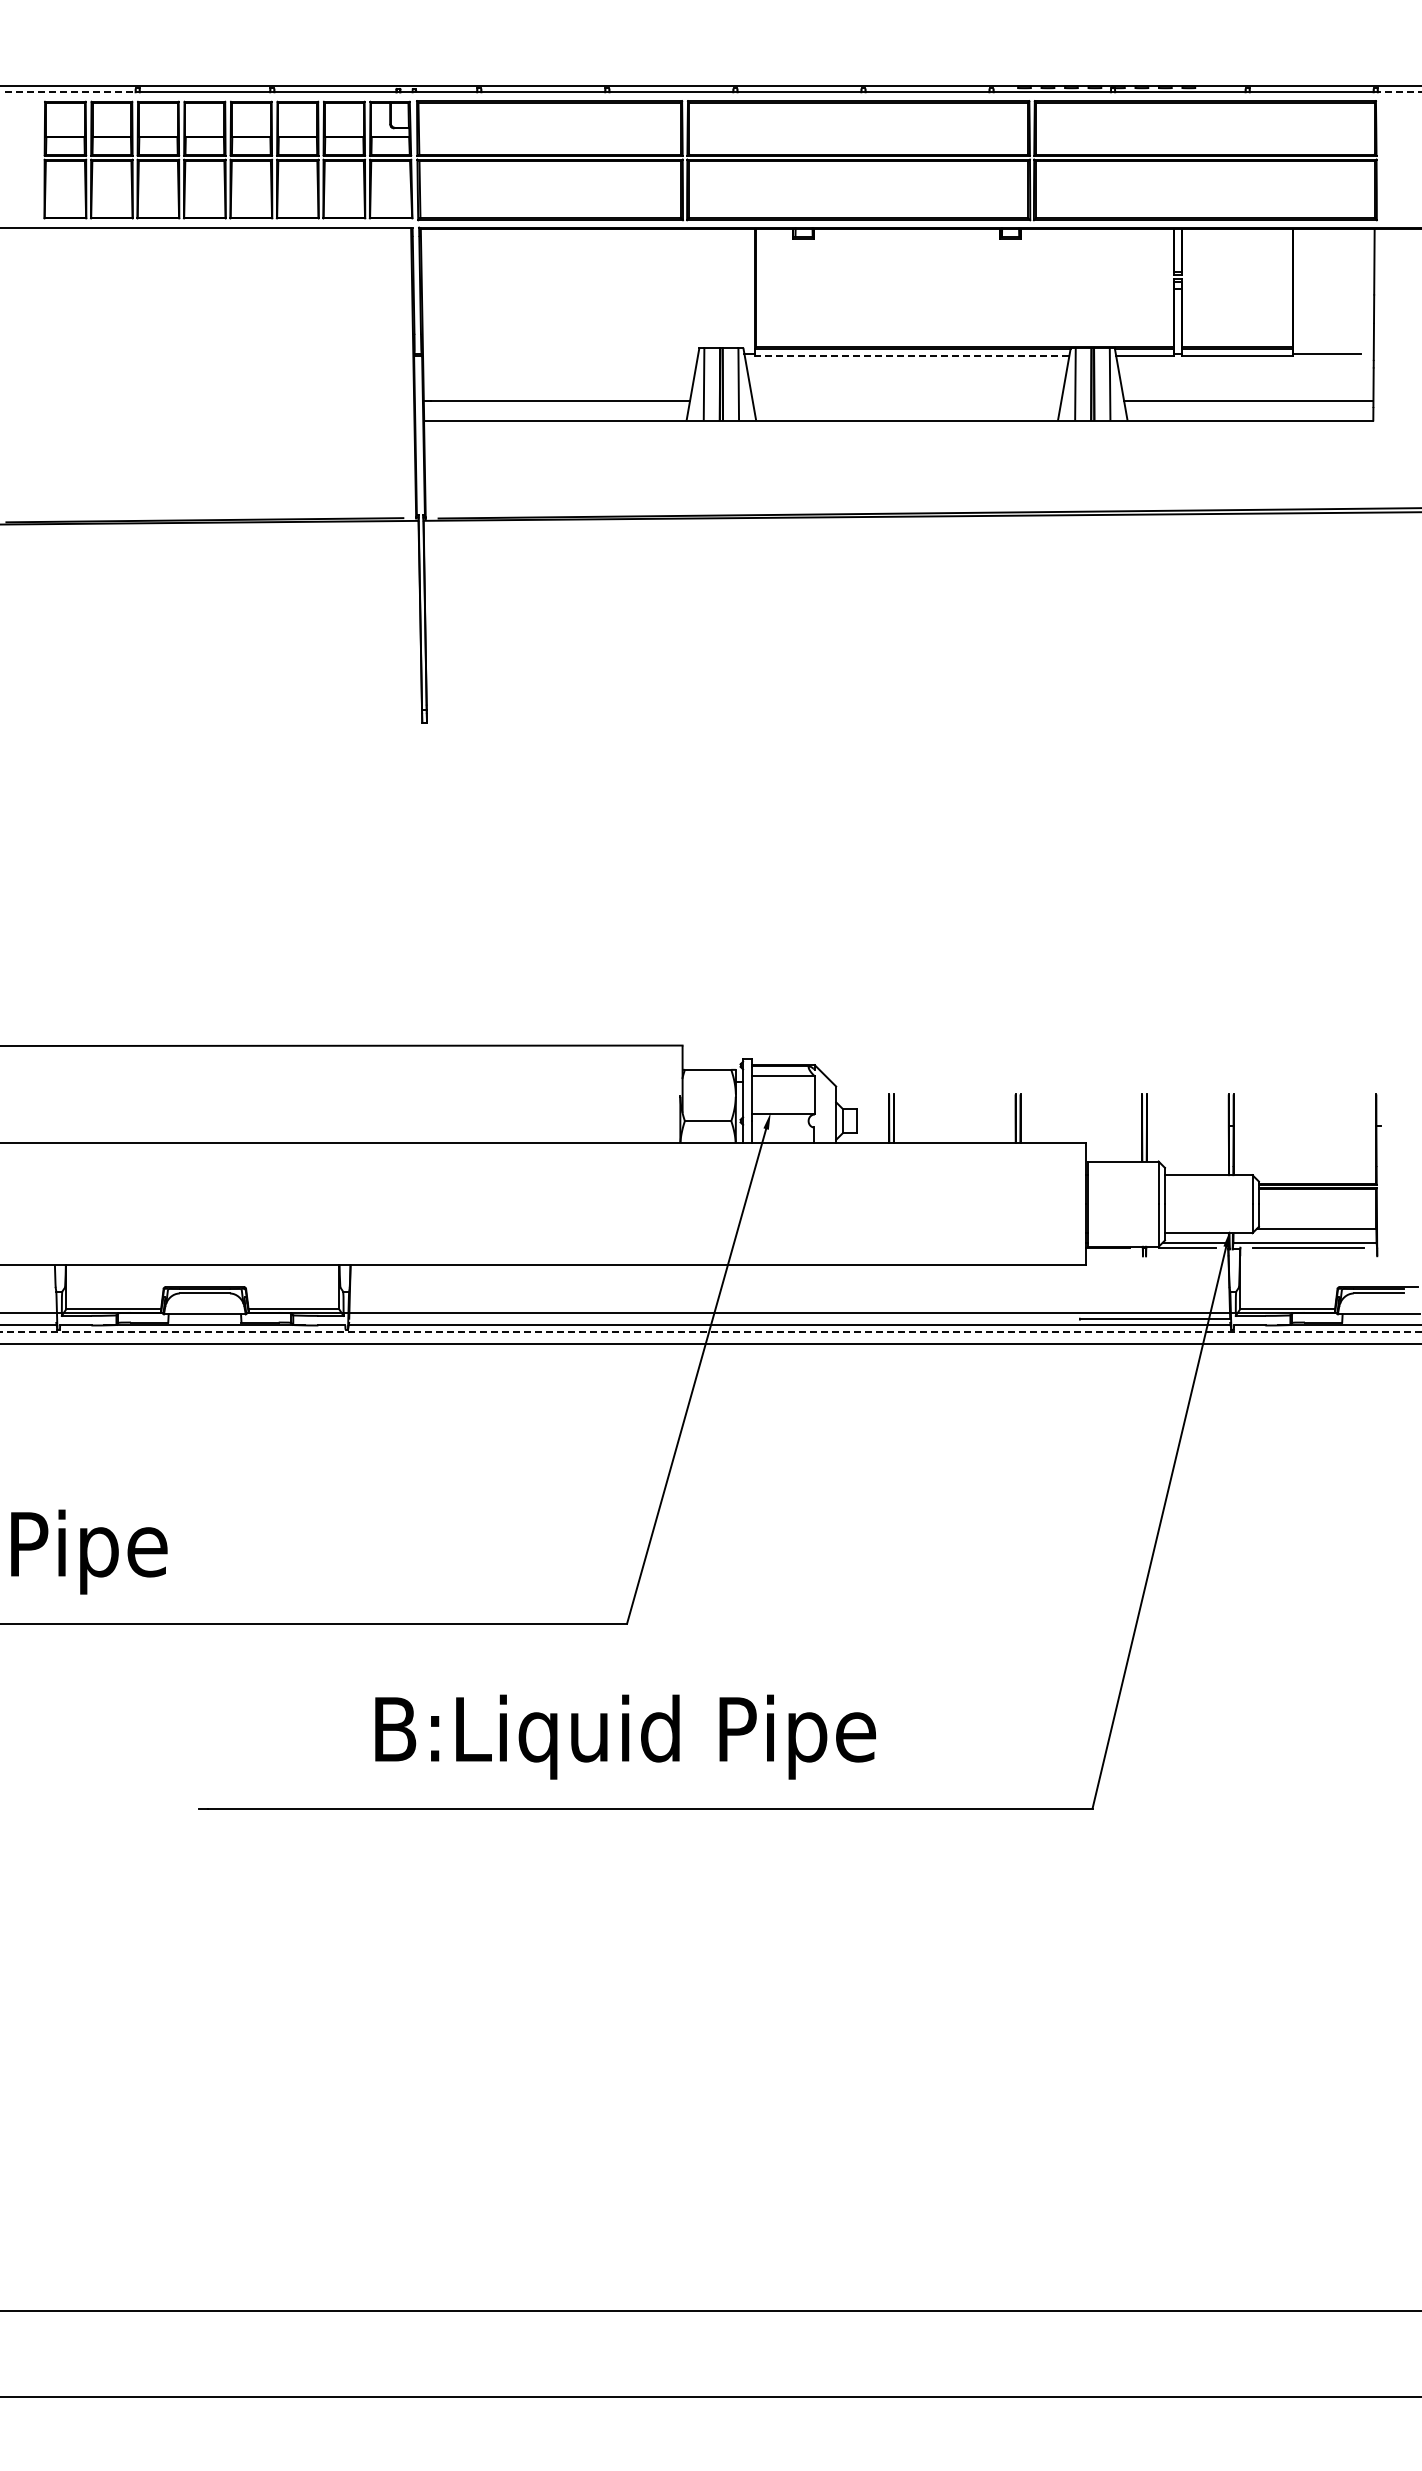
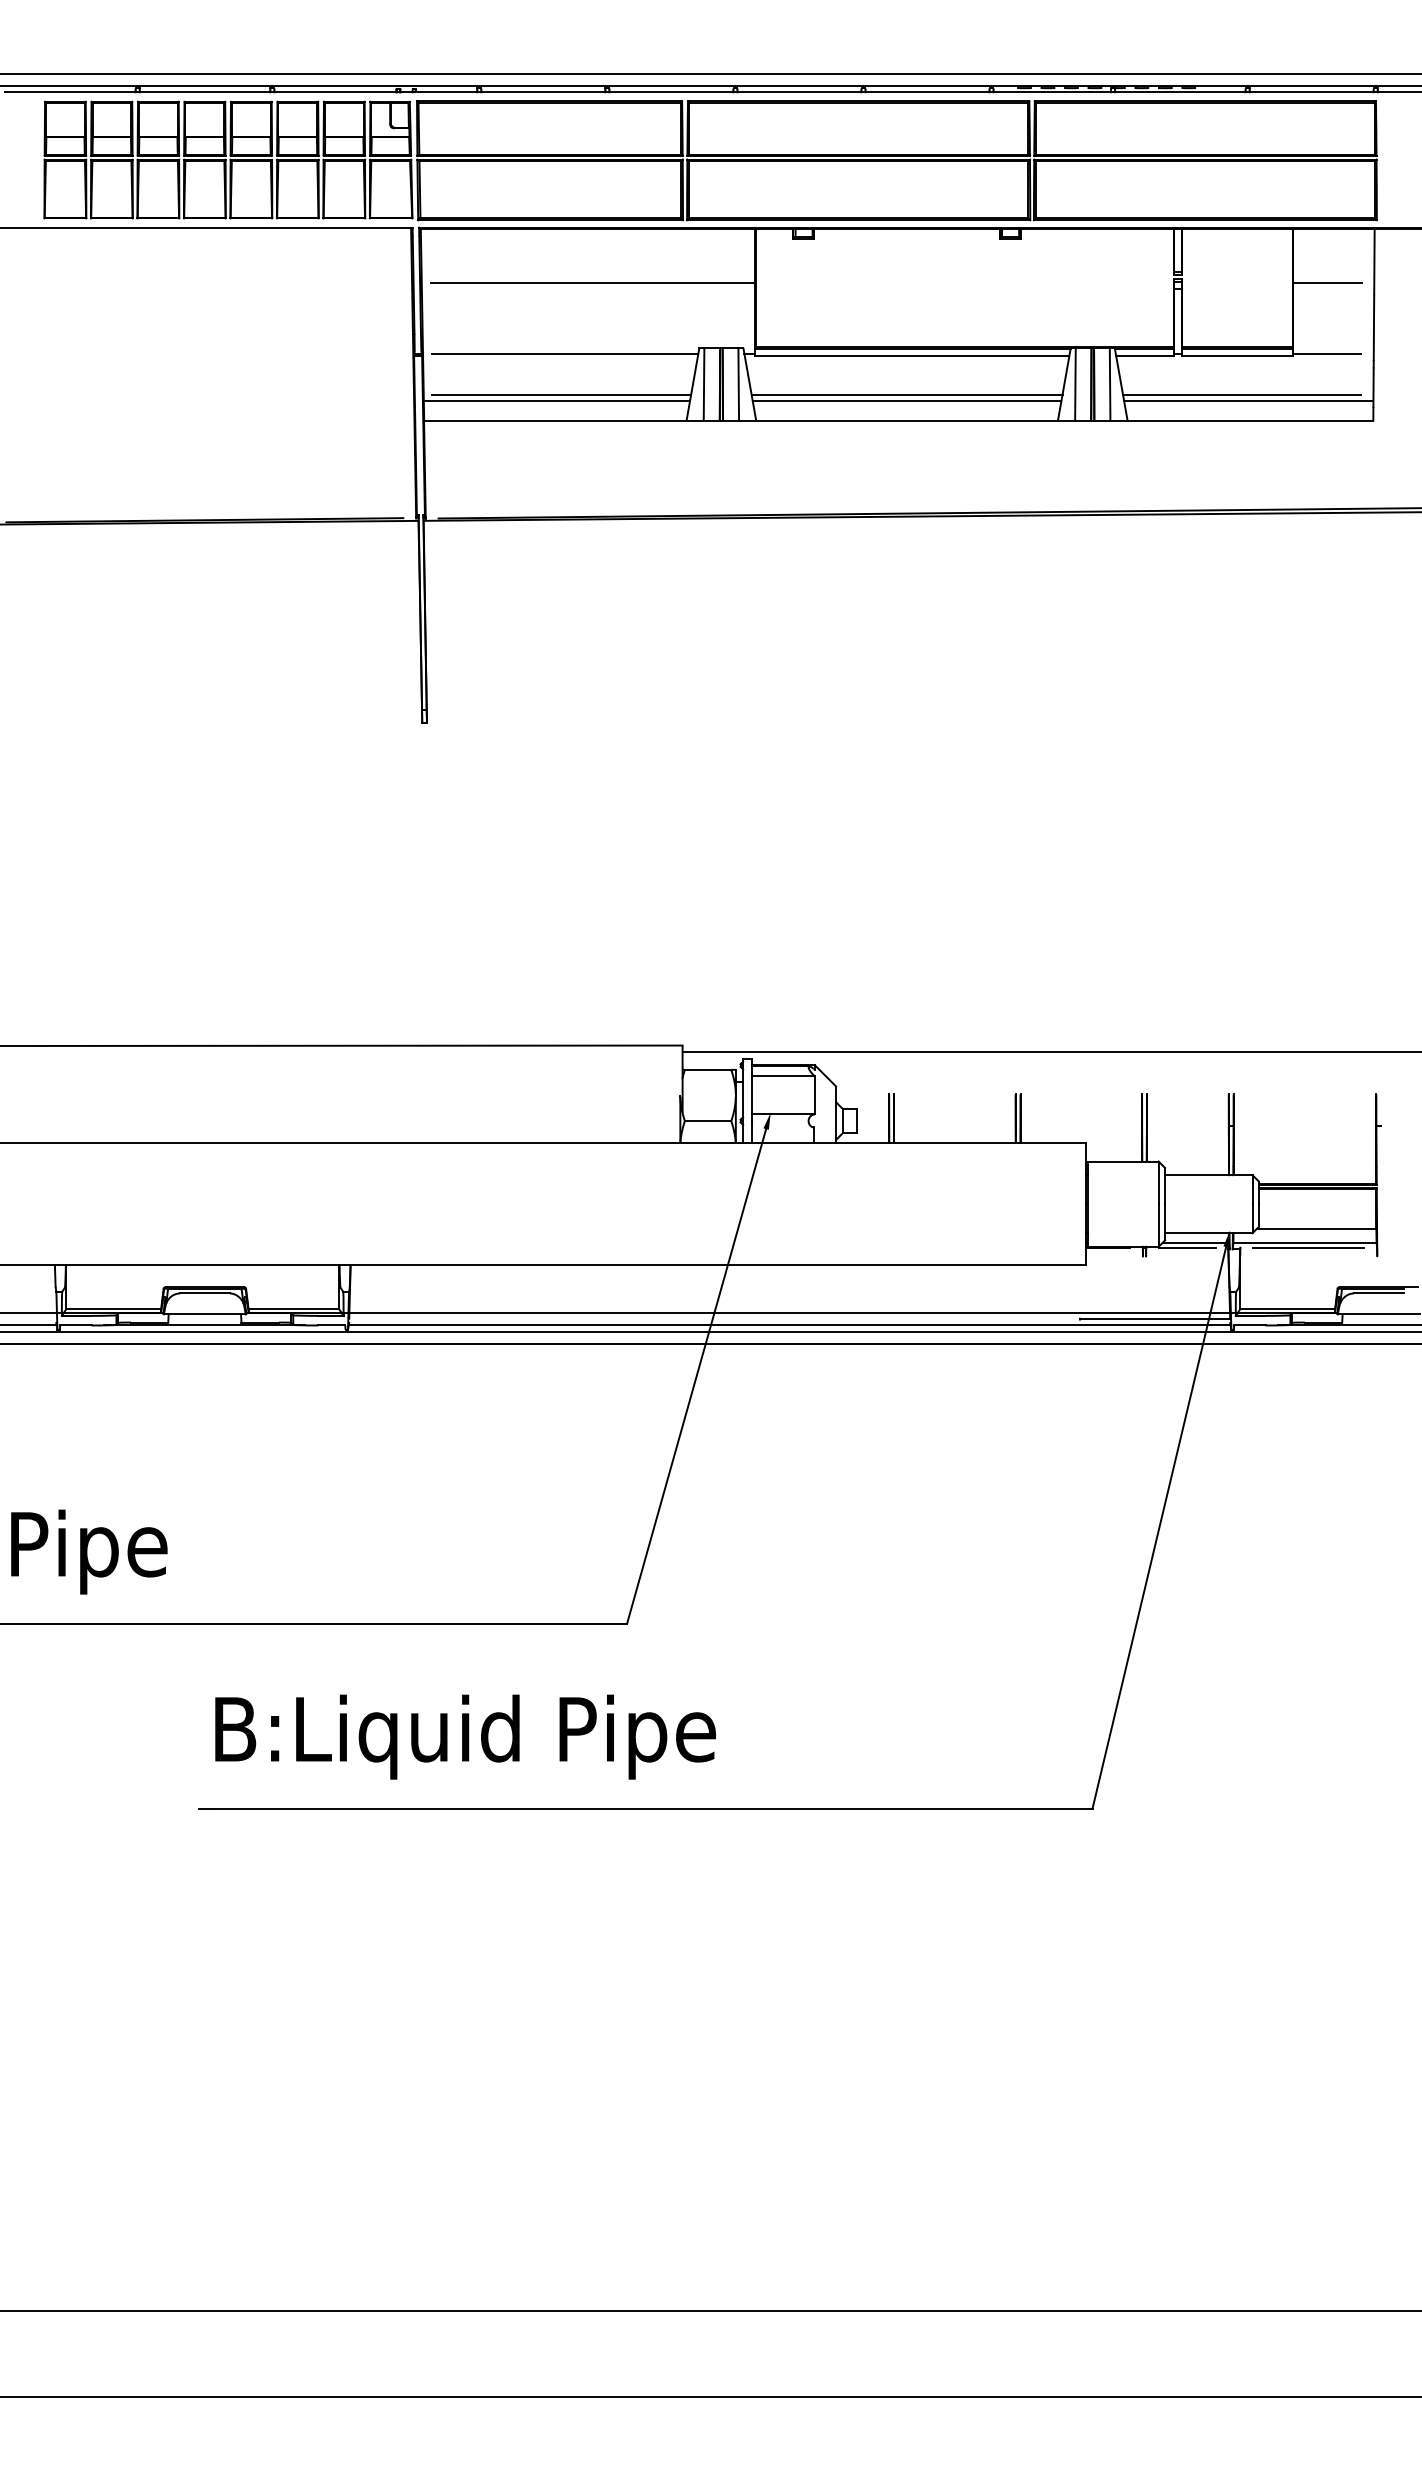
line at (710, 74): none -> present
line at (70, 92): dashed -> solid
line at (1399, 92): dashed -> solid
line at (593, 282): none -> present
line at (1327, 282): none -> present
line at (564, 353): none -> present
line at (912, 356): dashed -> solid
line at (561, 394): none -> present
line at (906, 394): none -> present
line at (1241, 394): none -> present
line at (906, 401): none -> present
line at (1050, 1051): none -> present
line at (710, 1332): dashed -> solid
text at (625, 1736) position: (625, 1736) -> (465, 1736)
